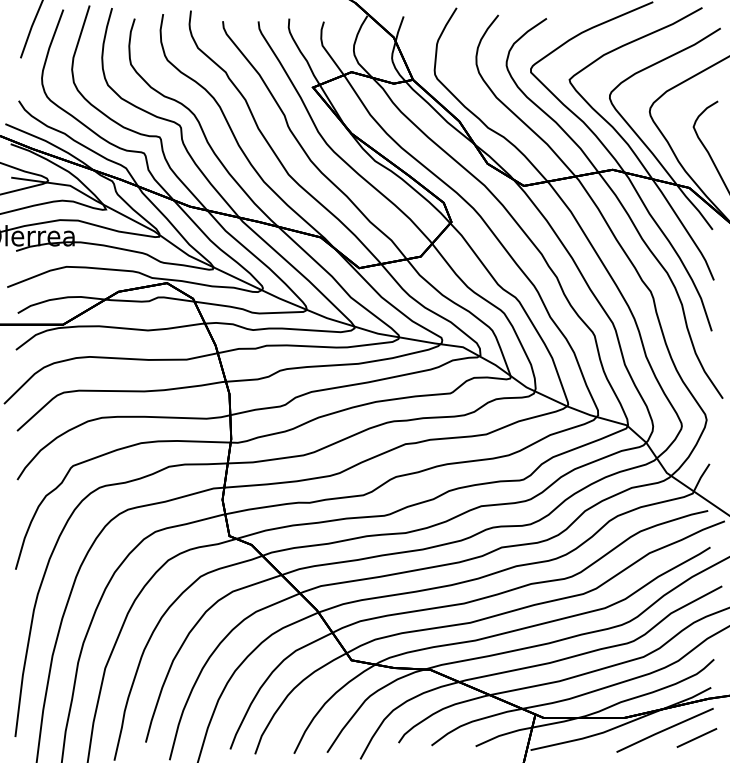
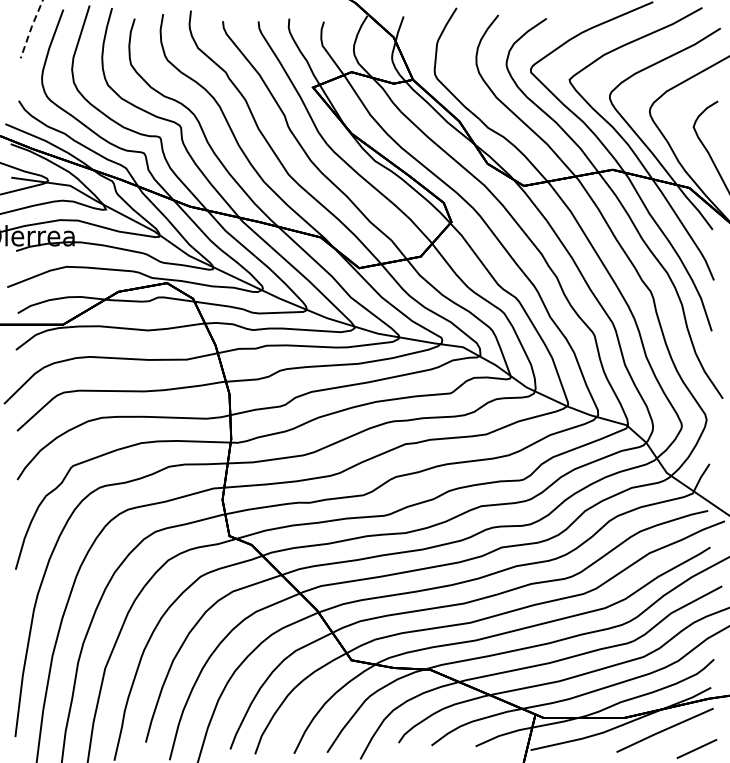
line at (31, 28): solid -> dashed
line at (696, 737) position: (696, 737) -> (696, 748)
